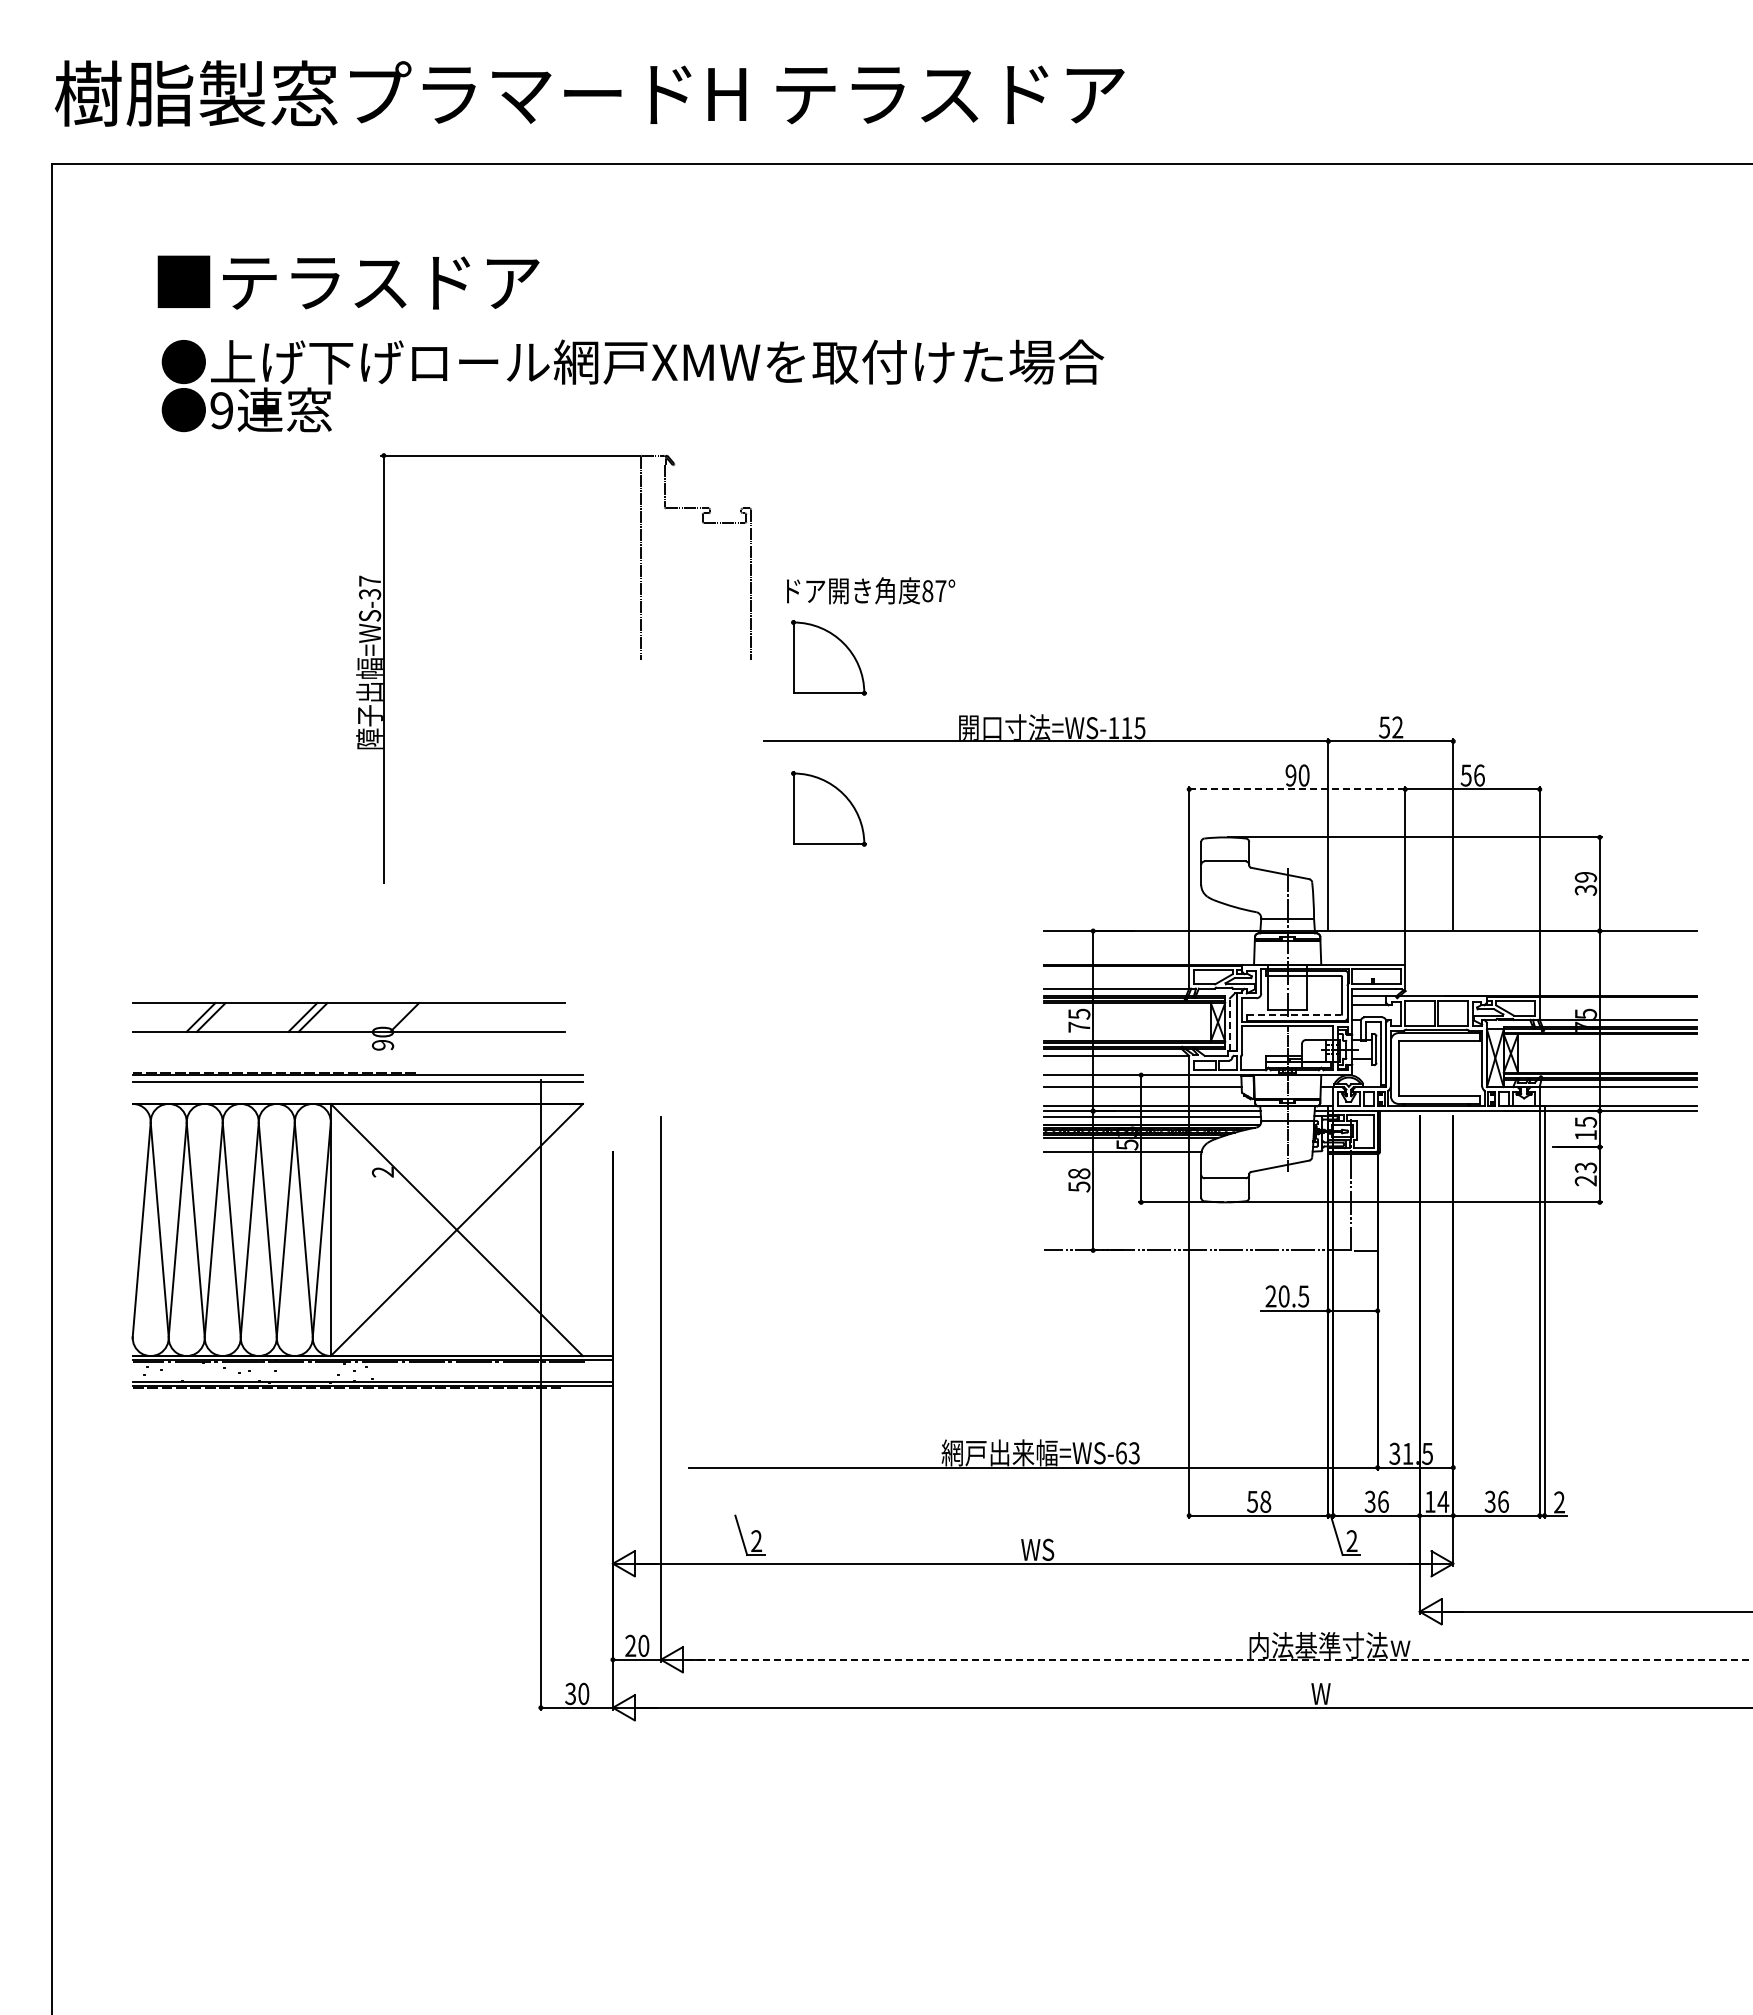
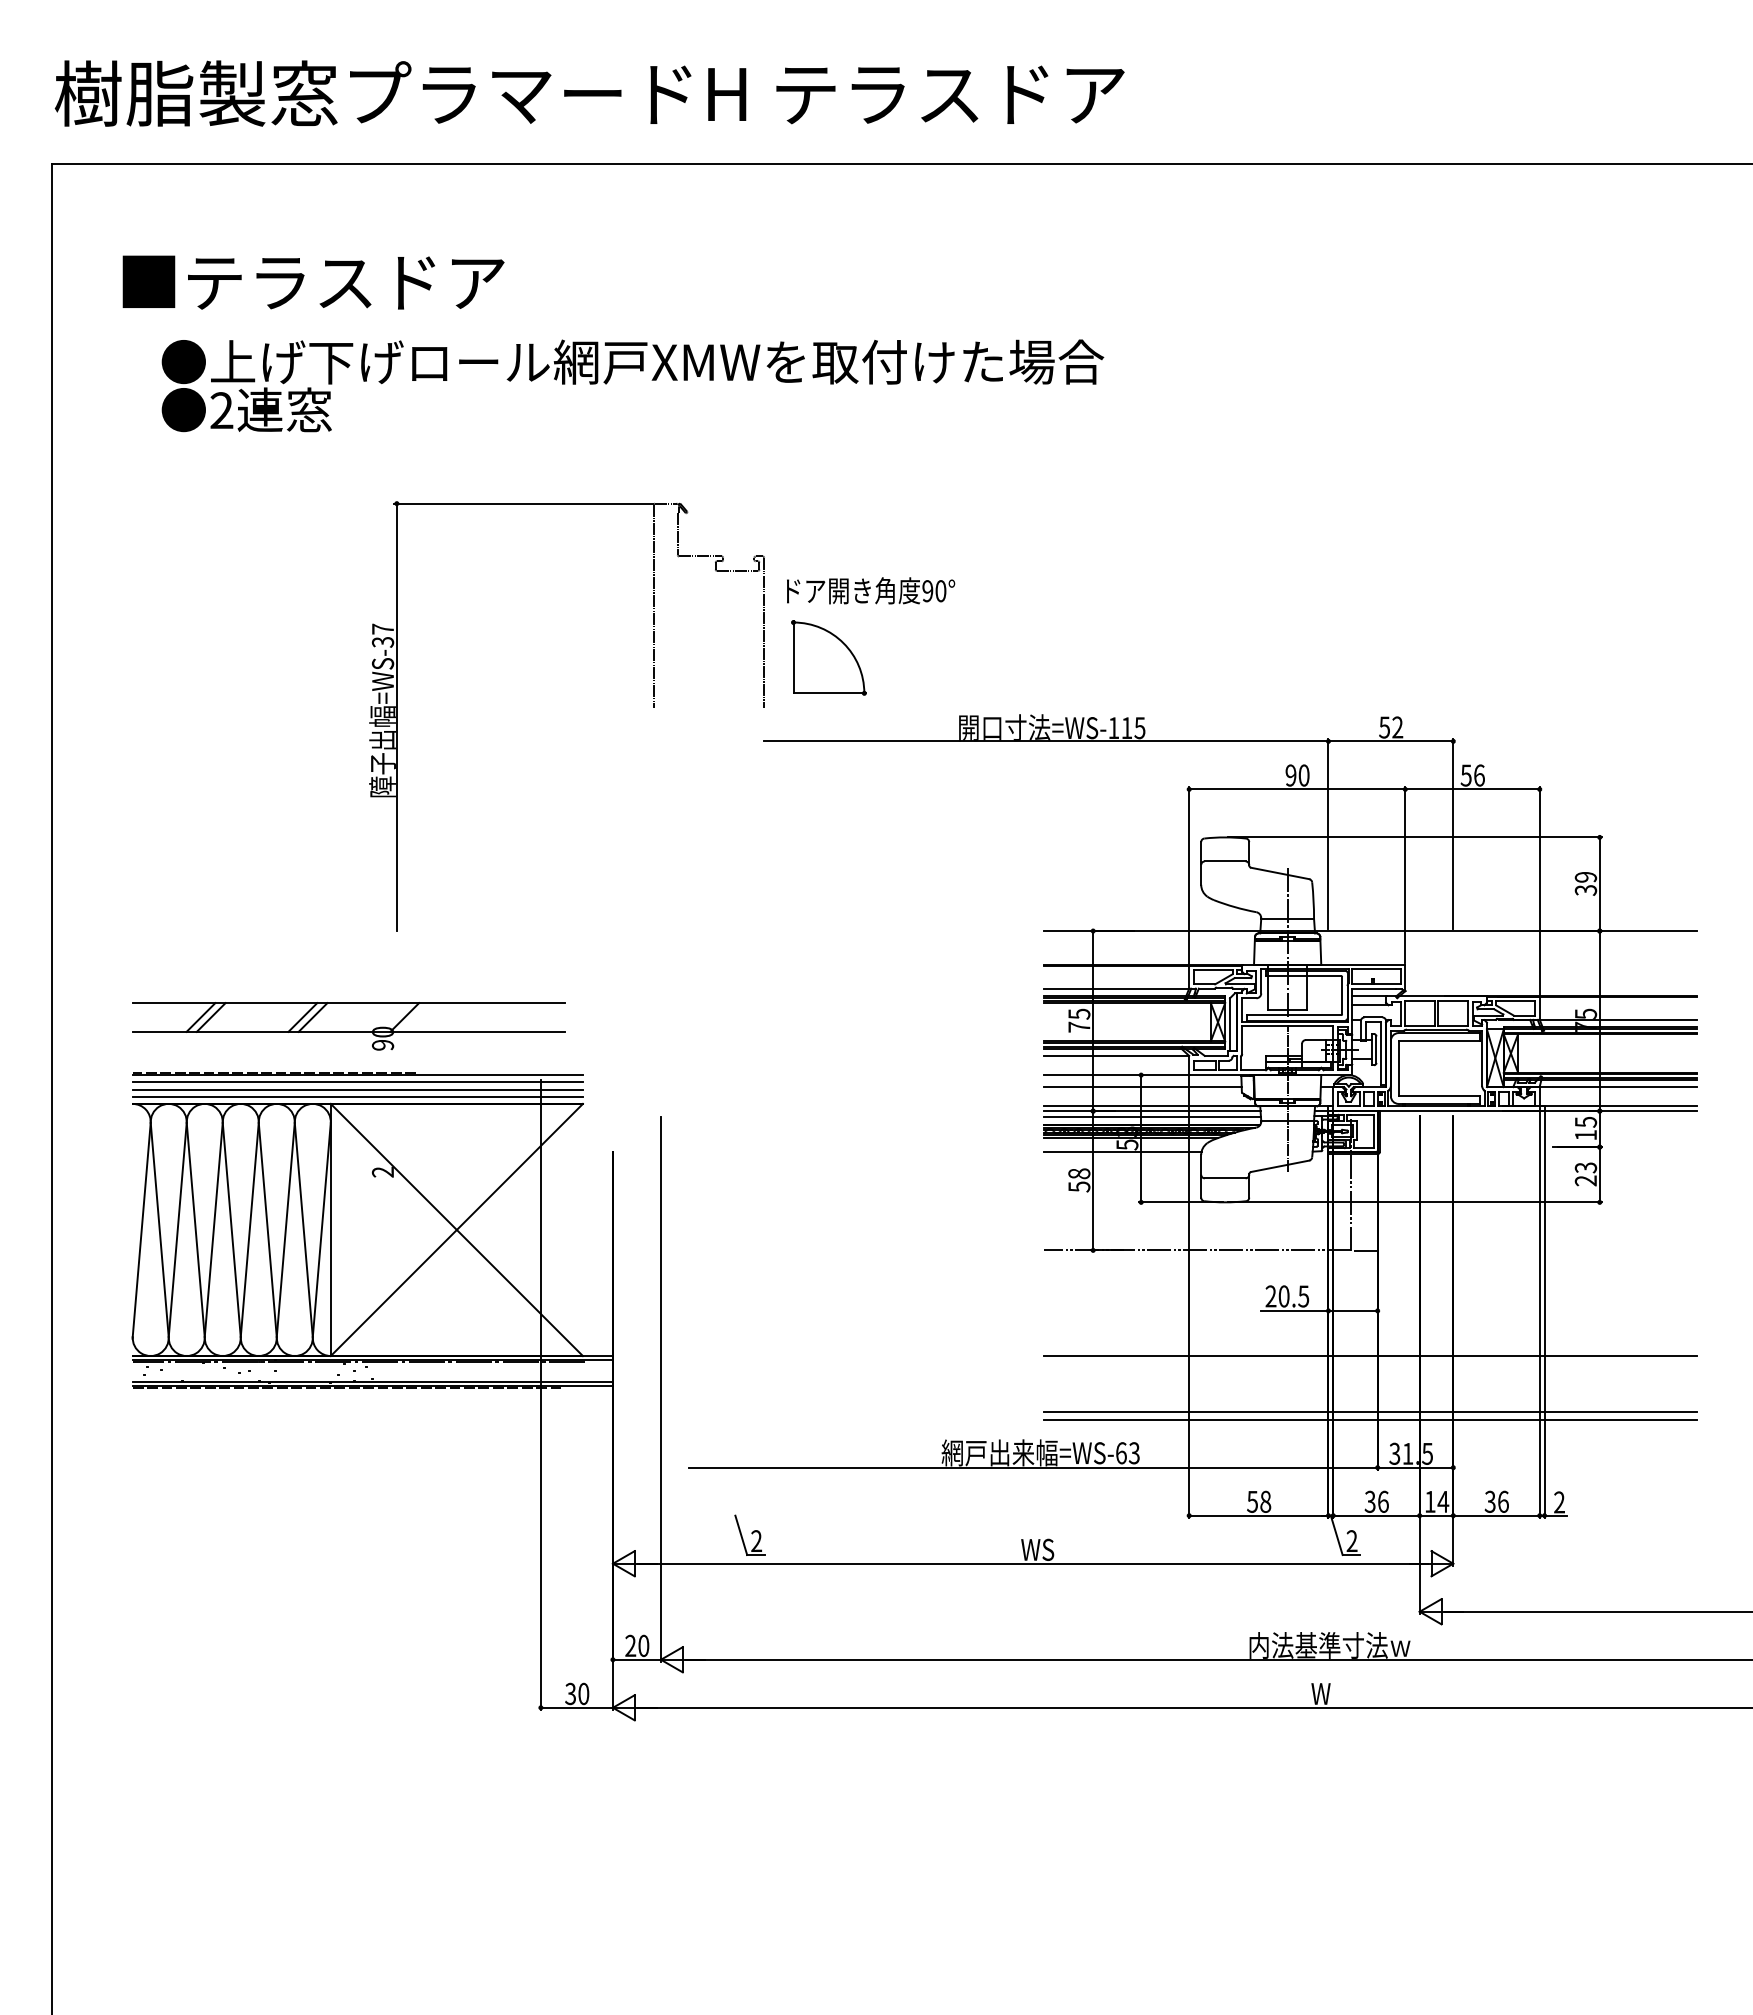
text at (348, 282) position: (348, 282) -> (313, 282)
text at (221, 410): 9 -> 2
text at (934, 591): 87° -> 90°
part at (640, 659) position: (640, 659) -> (653, 707)
line at (1296, 789): dashed -> solid
part at (828, 808): present -> none
line at (1294, 1015): dashed -> solid
line at (1230, 1024): dashed -> solid
line at (357, 1089): none -> present
line at (357, 1096): none -> present
line at (1370, 1356): none -> present
line at (1370, 1412): none -> present
line at (1370, 1419): none -> present
line at (1218, 1659): dashed -> solid
